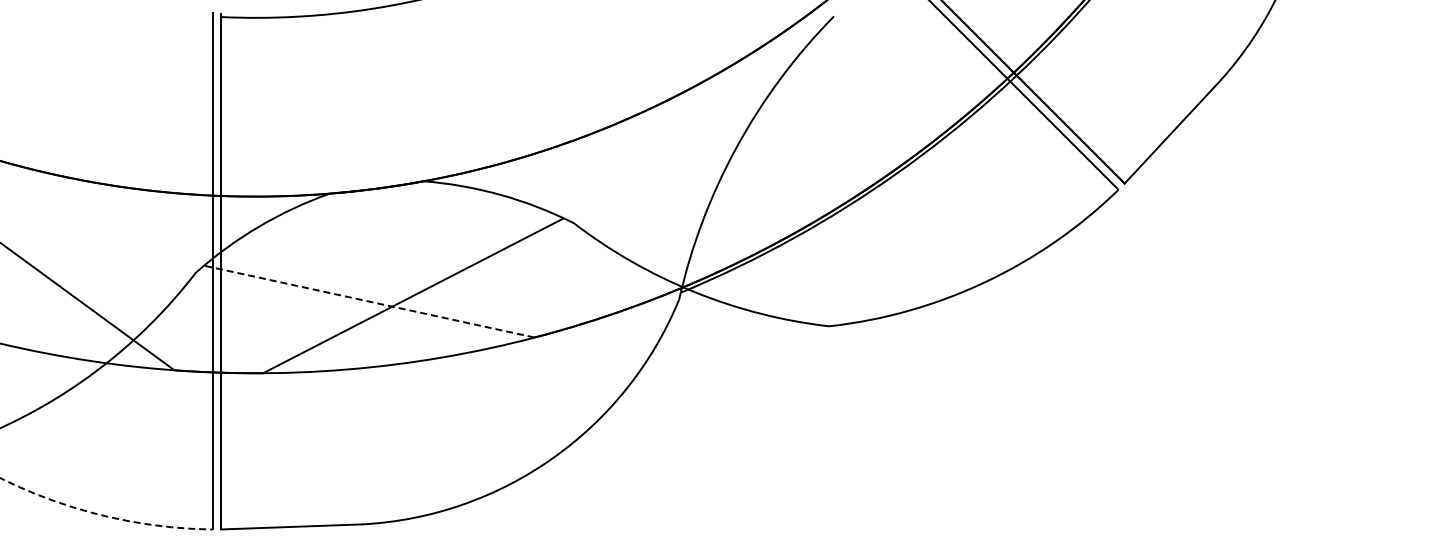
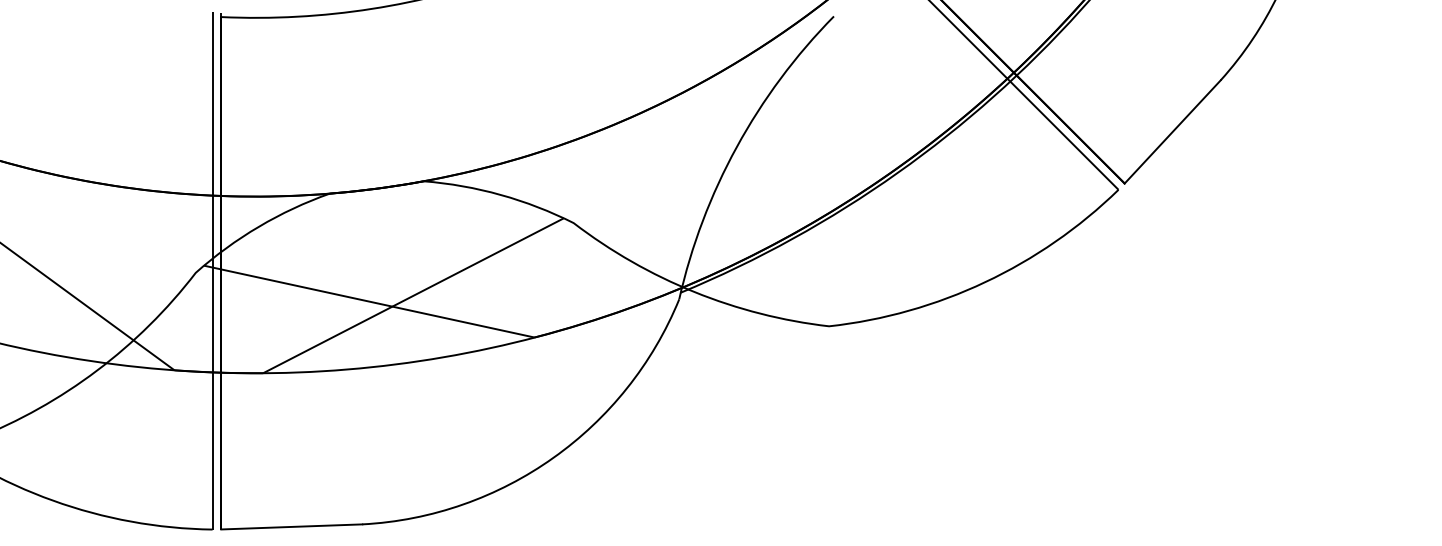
line at (368, 301): dashed -> solid
line at (103, 515): dashed -> solid
